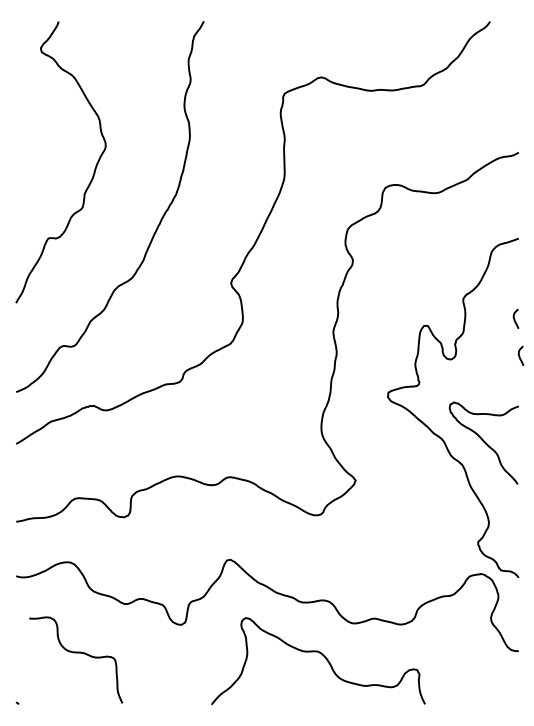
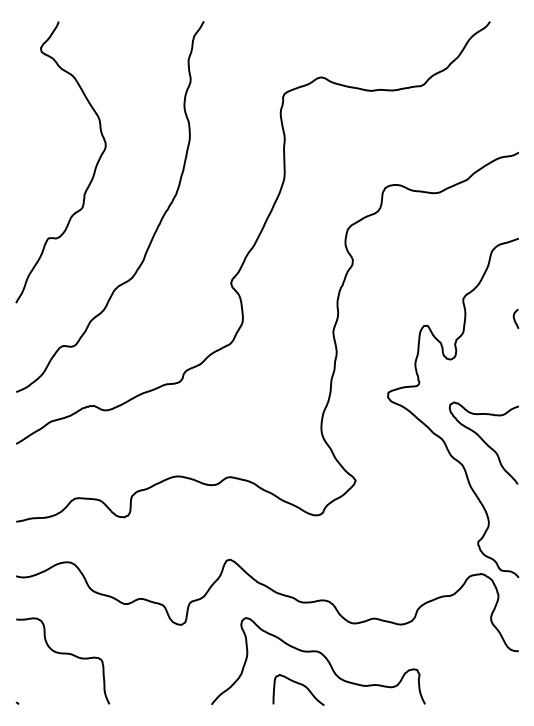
curve at (519, 355): present -> none
curve at (76, 653) position: (76, 653) -> (63, 654)
curve at (298, 684): none -> present
